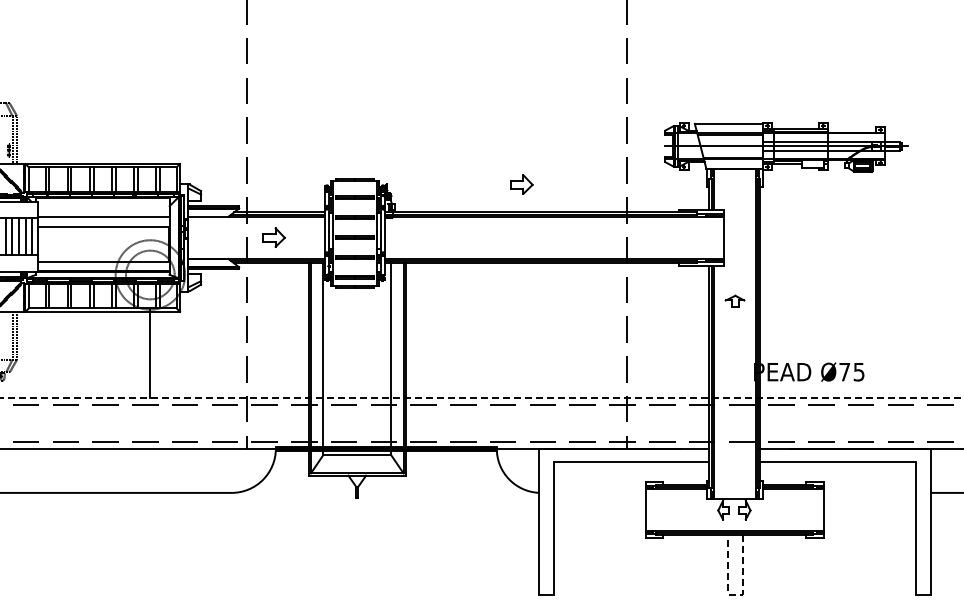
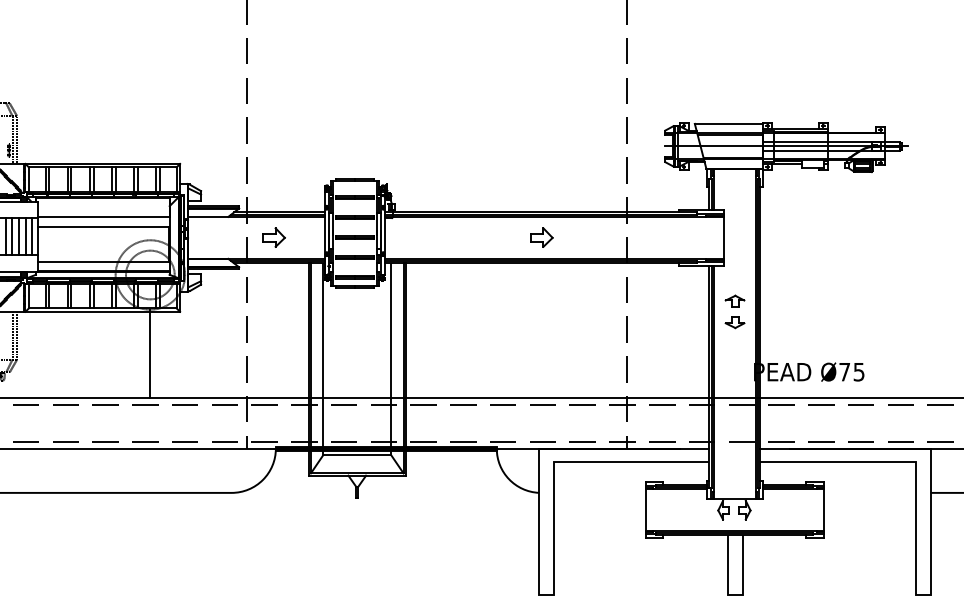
part at (521, 184) position: (521, 184) -> (541, 237)
part at (734, 322): none -> present
line at (482, 398): dashed -> solid
line at (734, 594): dashed -> solid
